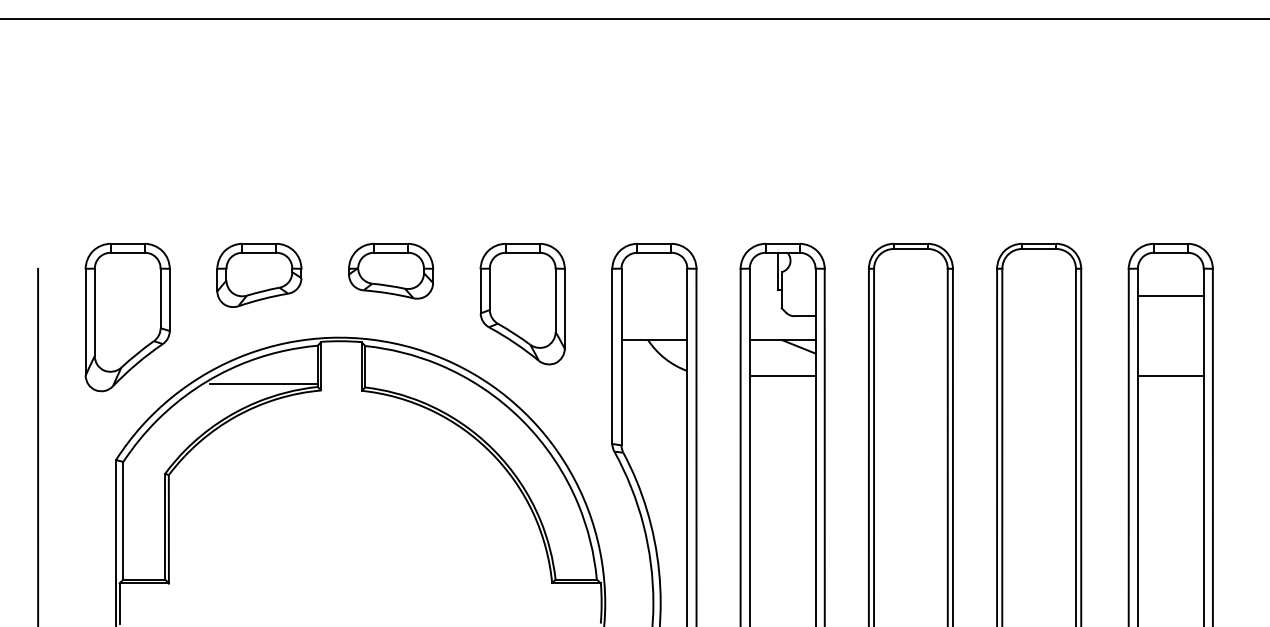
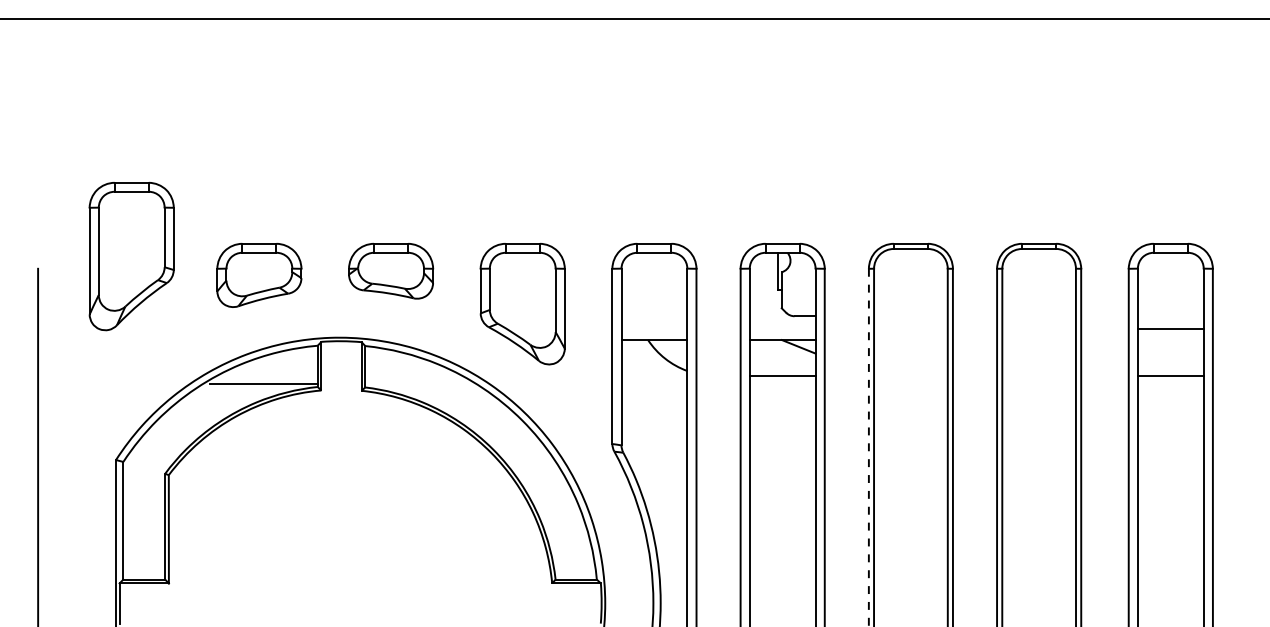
line at (1170, 296) position: (1170, 296) -> (1170, 329)
part at (127, 317) position: (127, 317) -> (131, 256)
line at (868, 447): solid -> dashed
